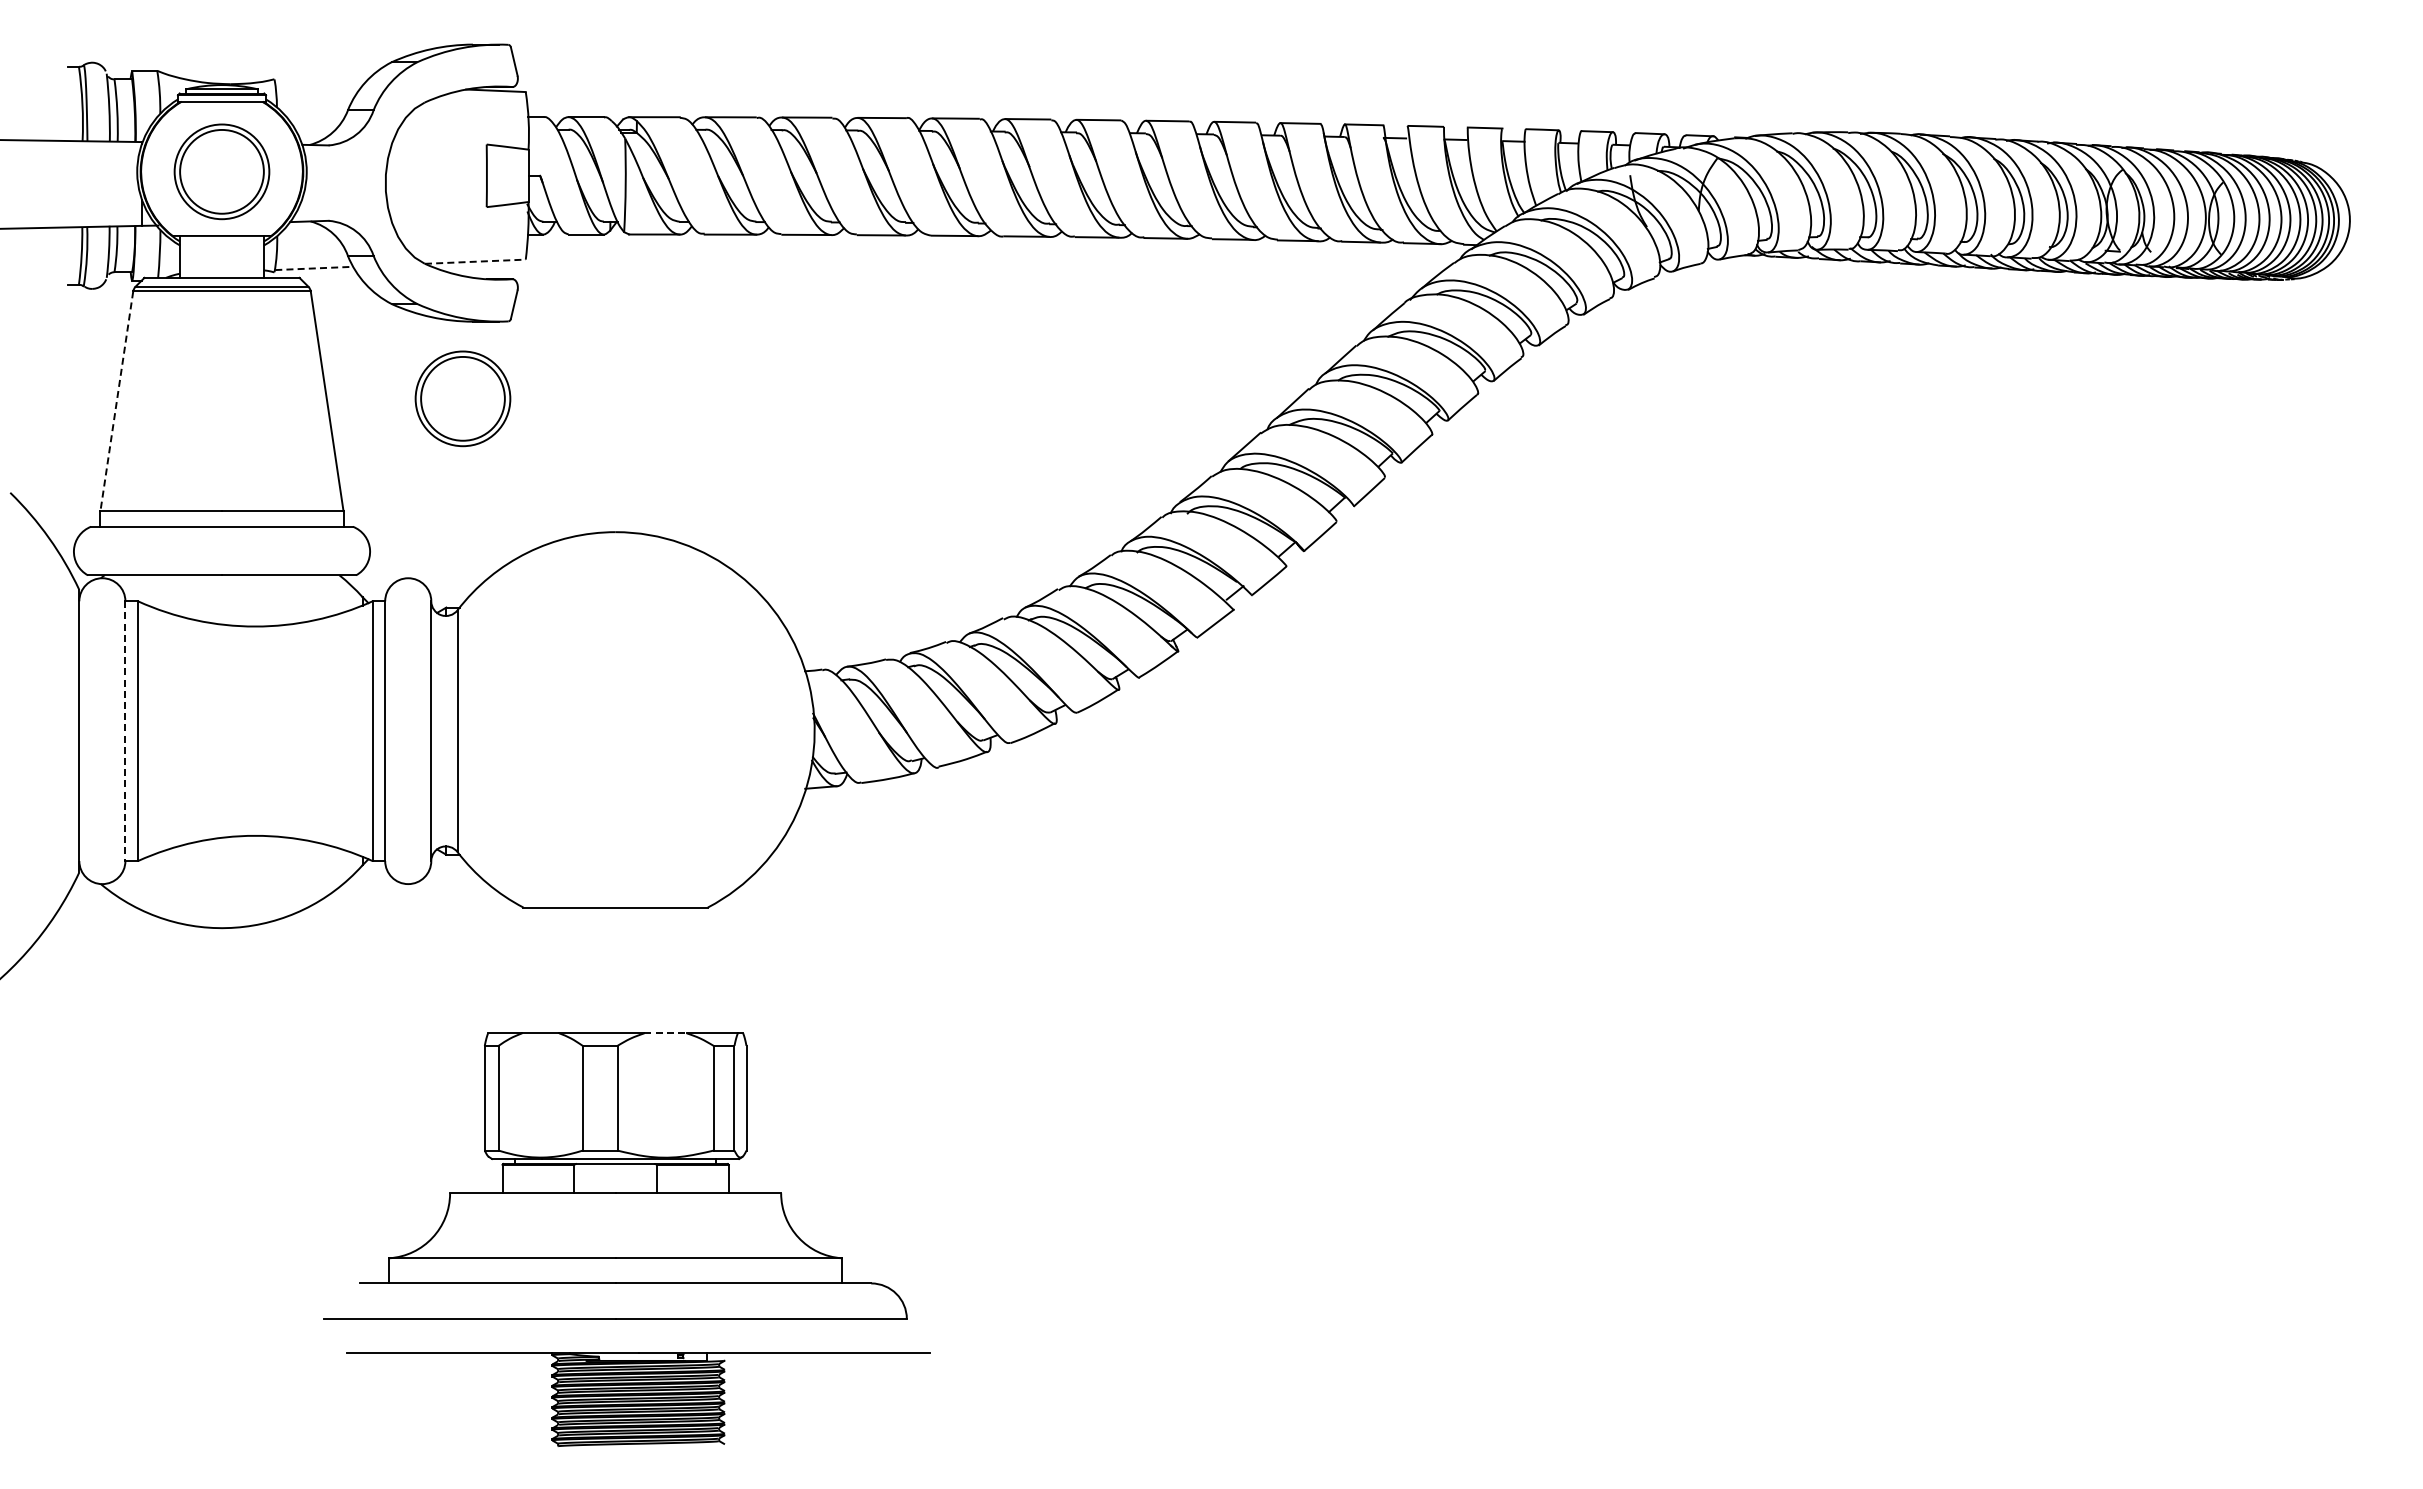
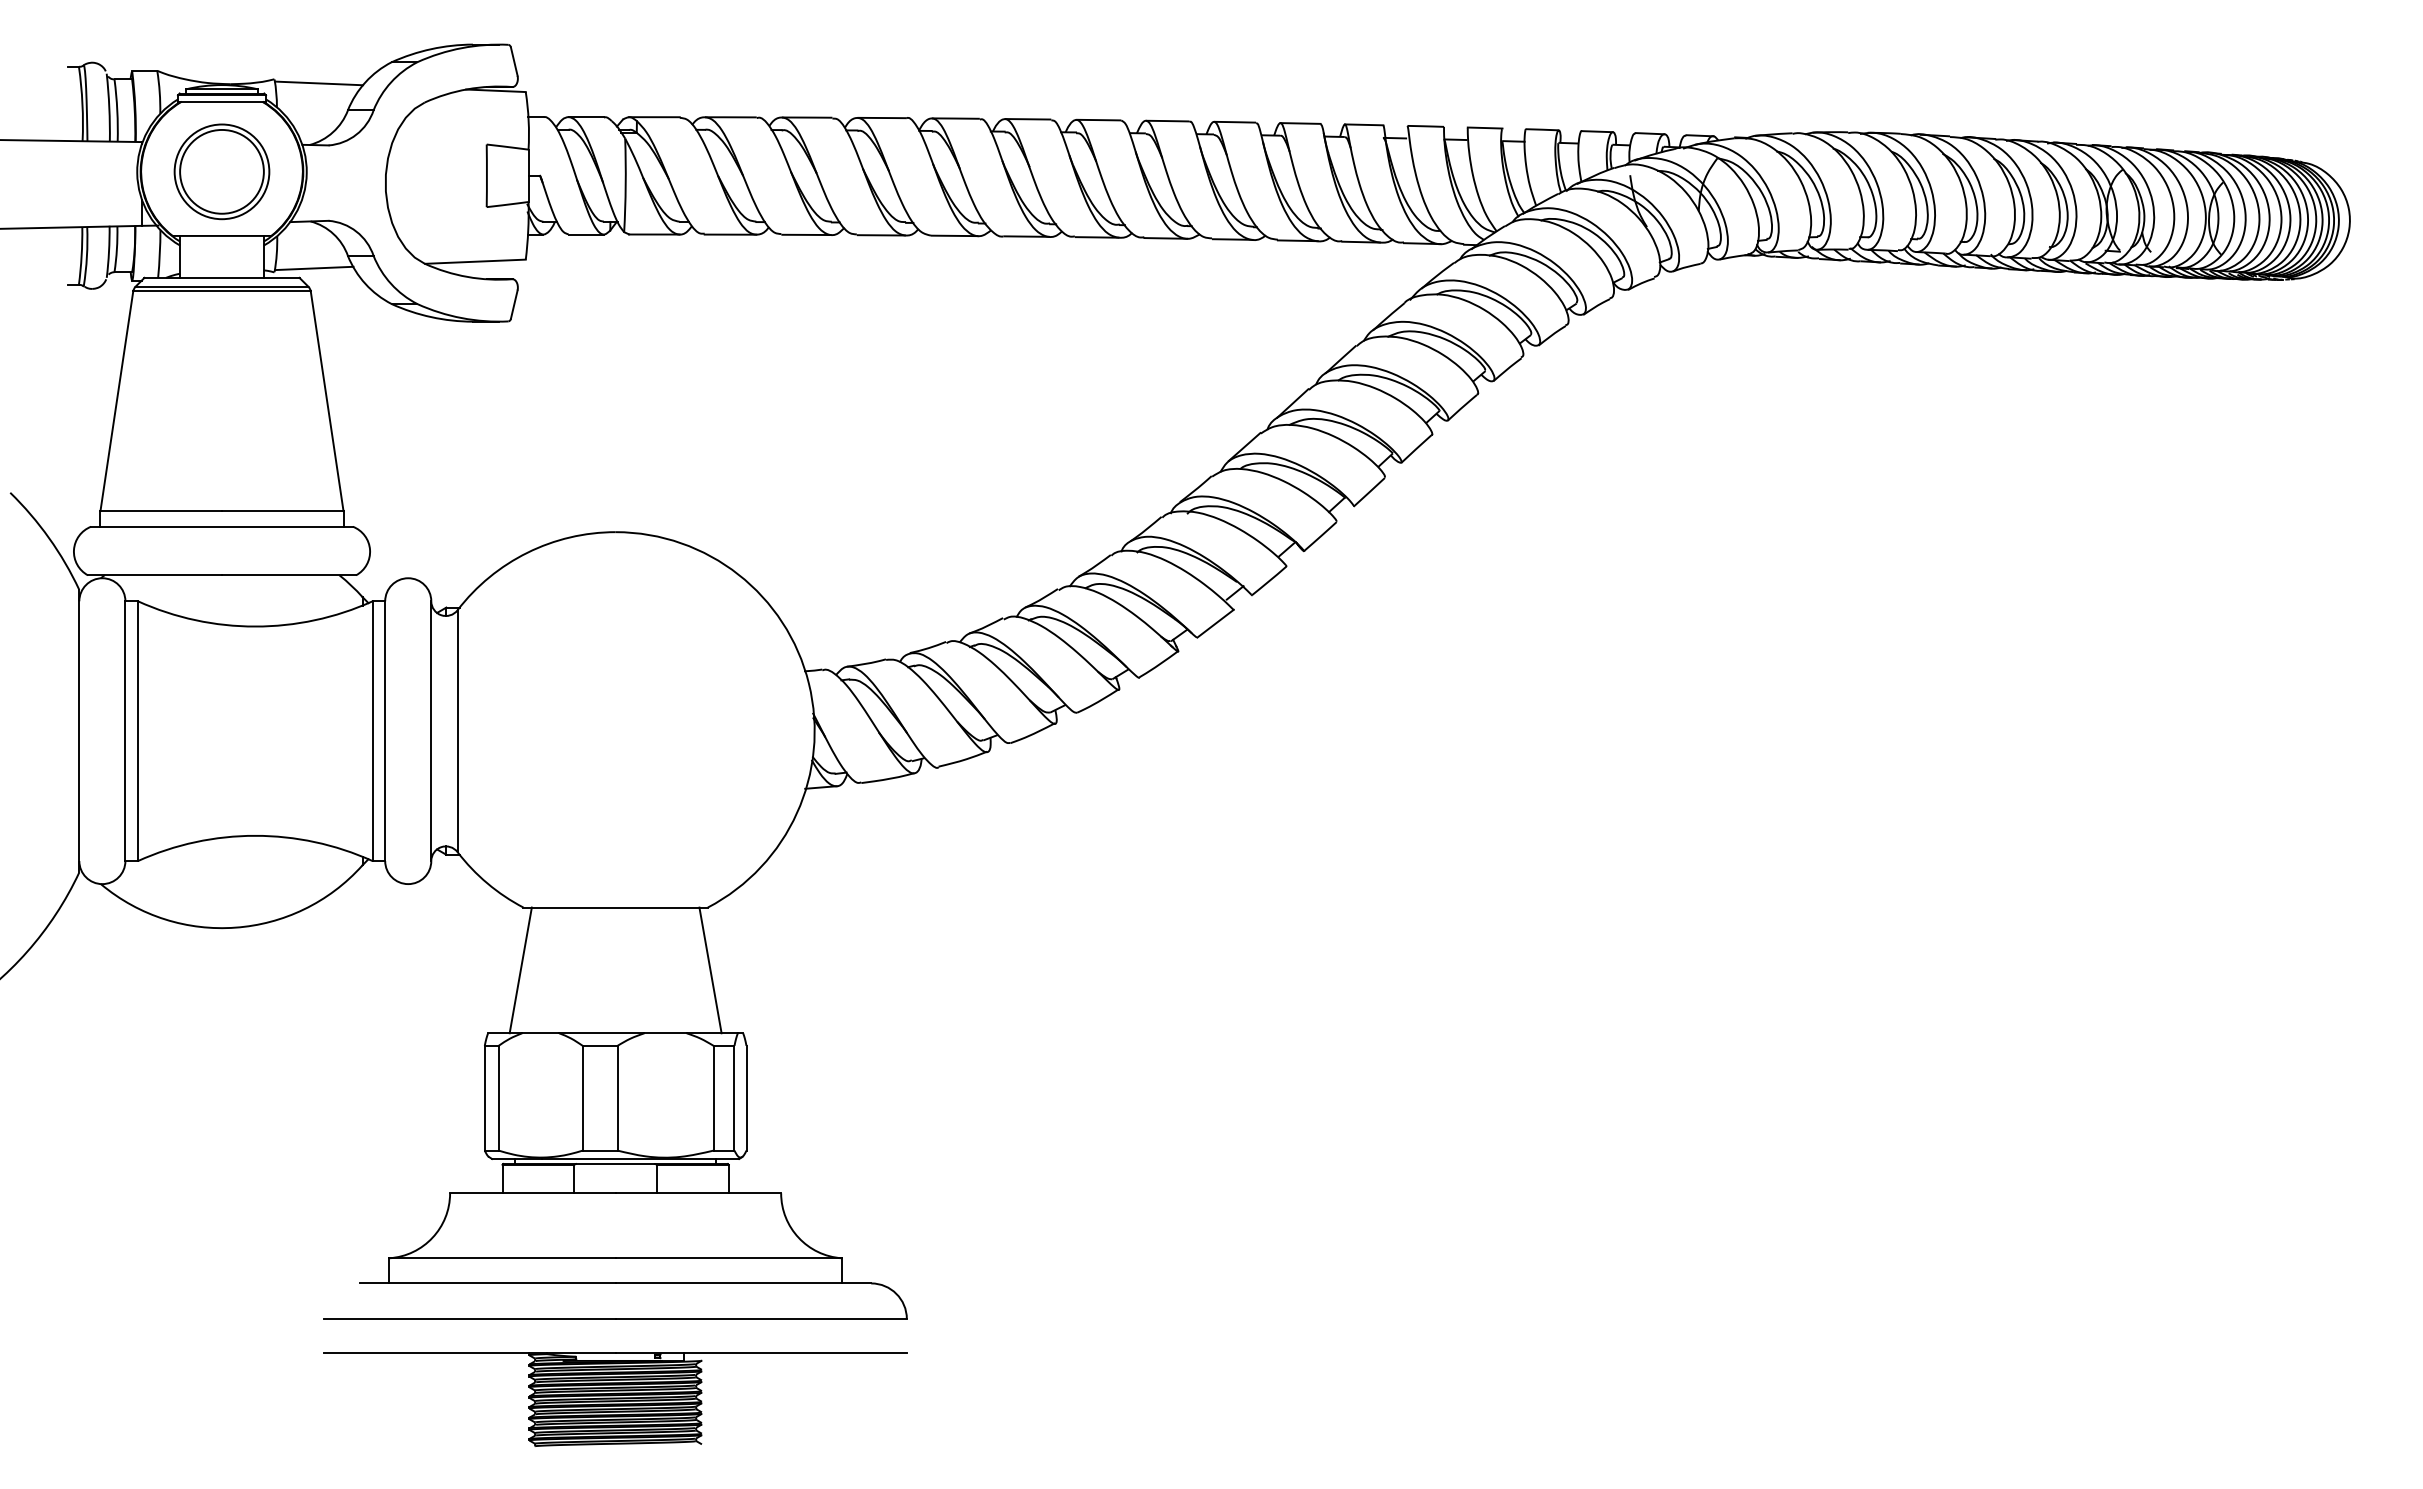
line at (319, 83): none -> present
line at (475, 261): dashed -> solid
line at (314, 268): dashed -> solid
part at (462, 398): present -> none
line at (116, 401): dashed -> solid
line at (125, 731): dashed -> solid
line at (520, 970): none -> present
line at (710, 970): none -> present
line at (666, 1033): dashed -> solid
part at (638, 1399) position: (638, 1399) -> (615, 1399)
